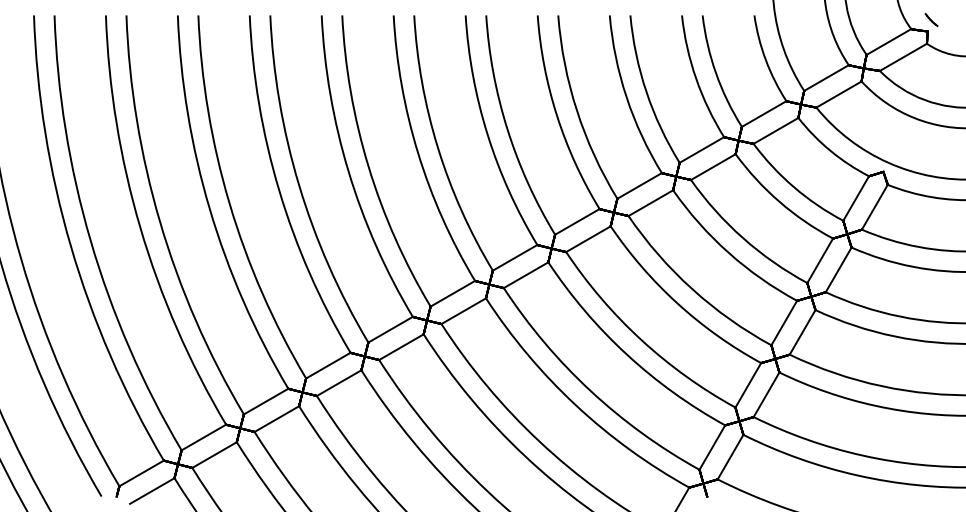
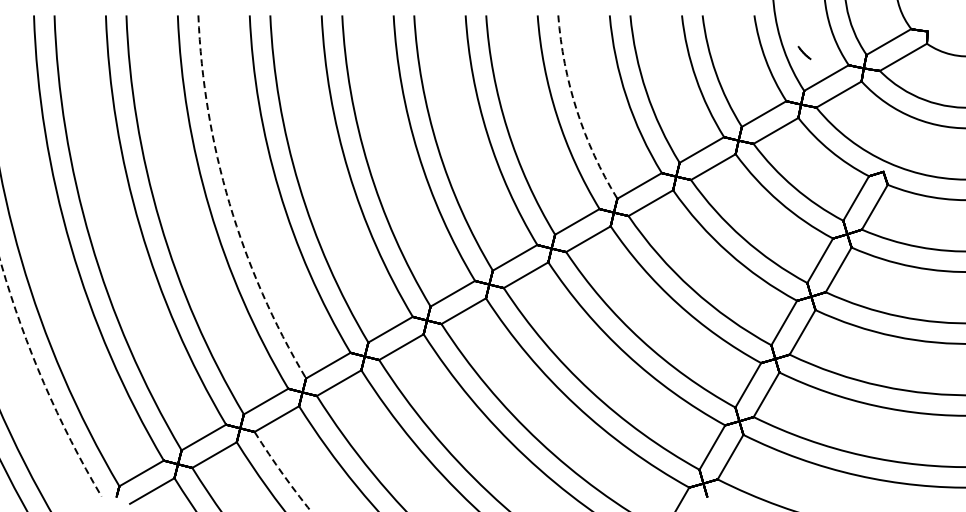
line at (931, 20) position: (931, 20) -> (804, 53)
arc at (576, 110): solid -> dashed
arc at (229, 203): solid -> dashed
arc at (43, 381): solid -> dashed
arc at (282, 473): solid -> dashed
